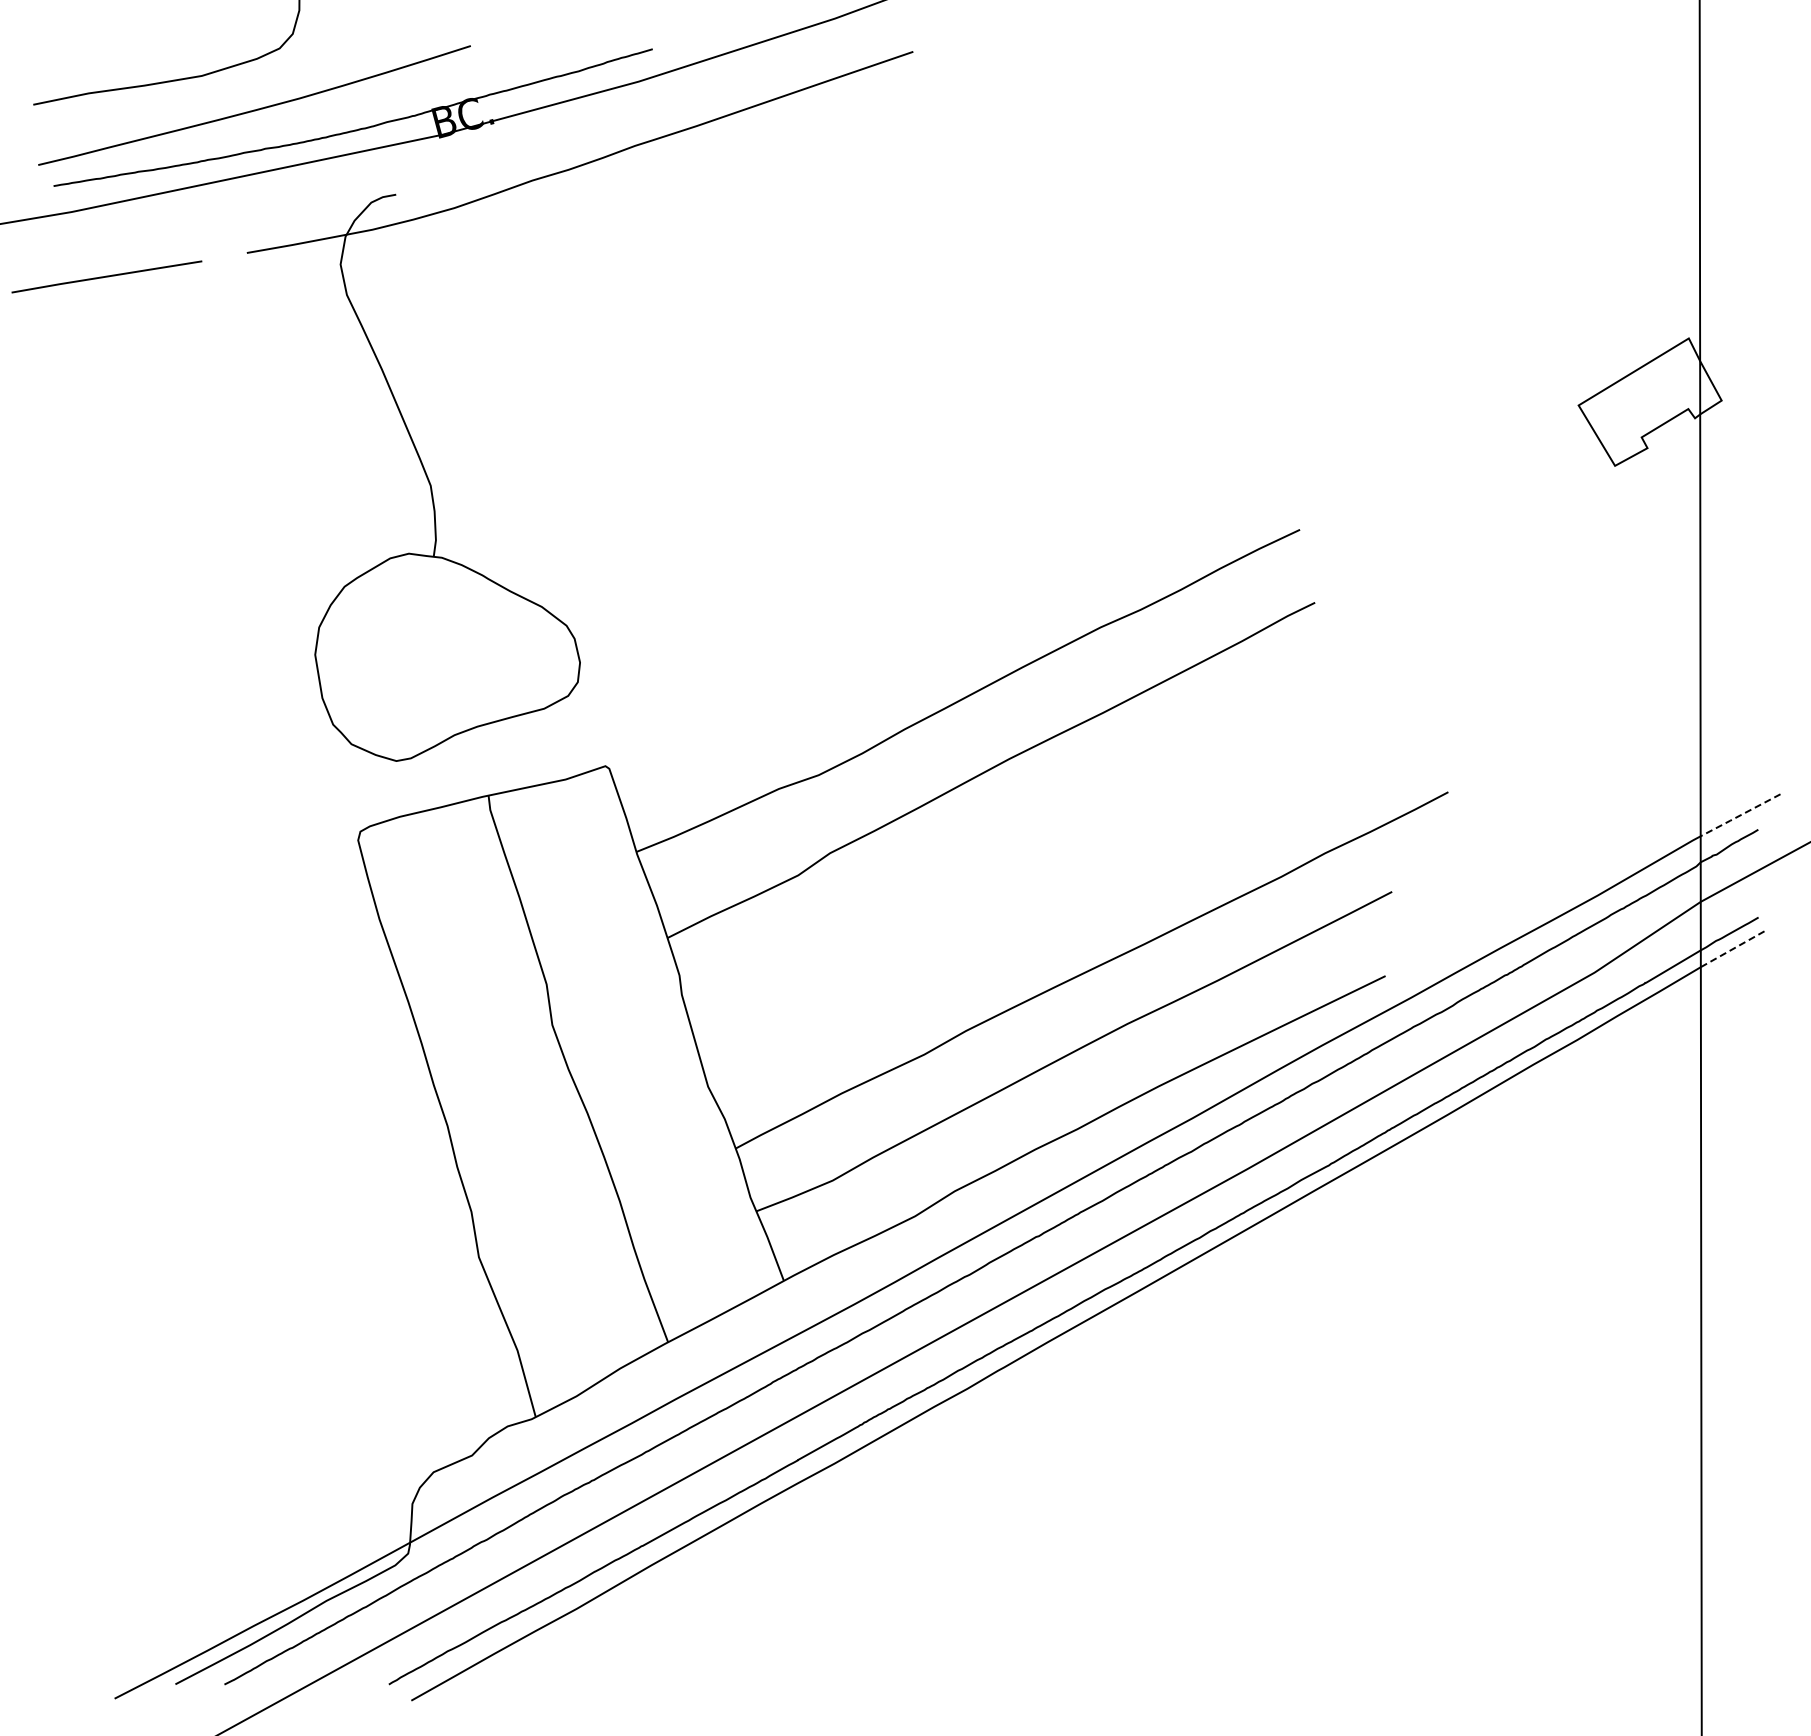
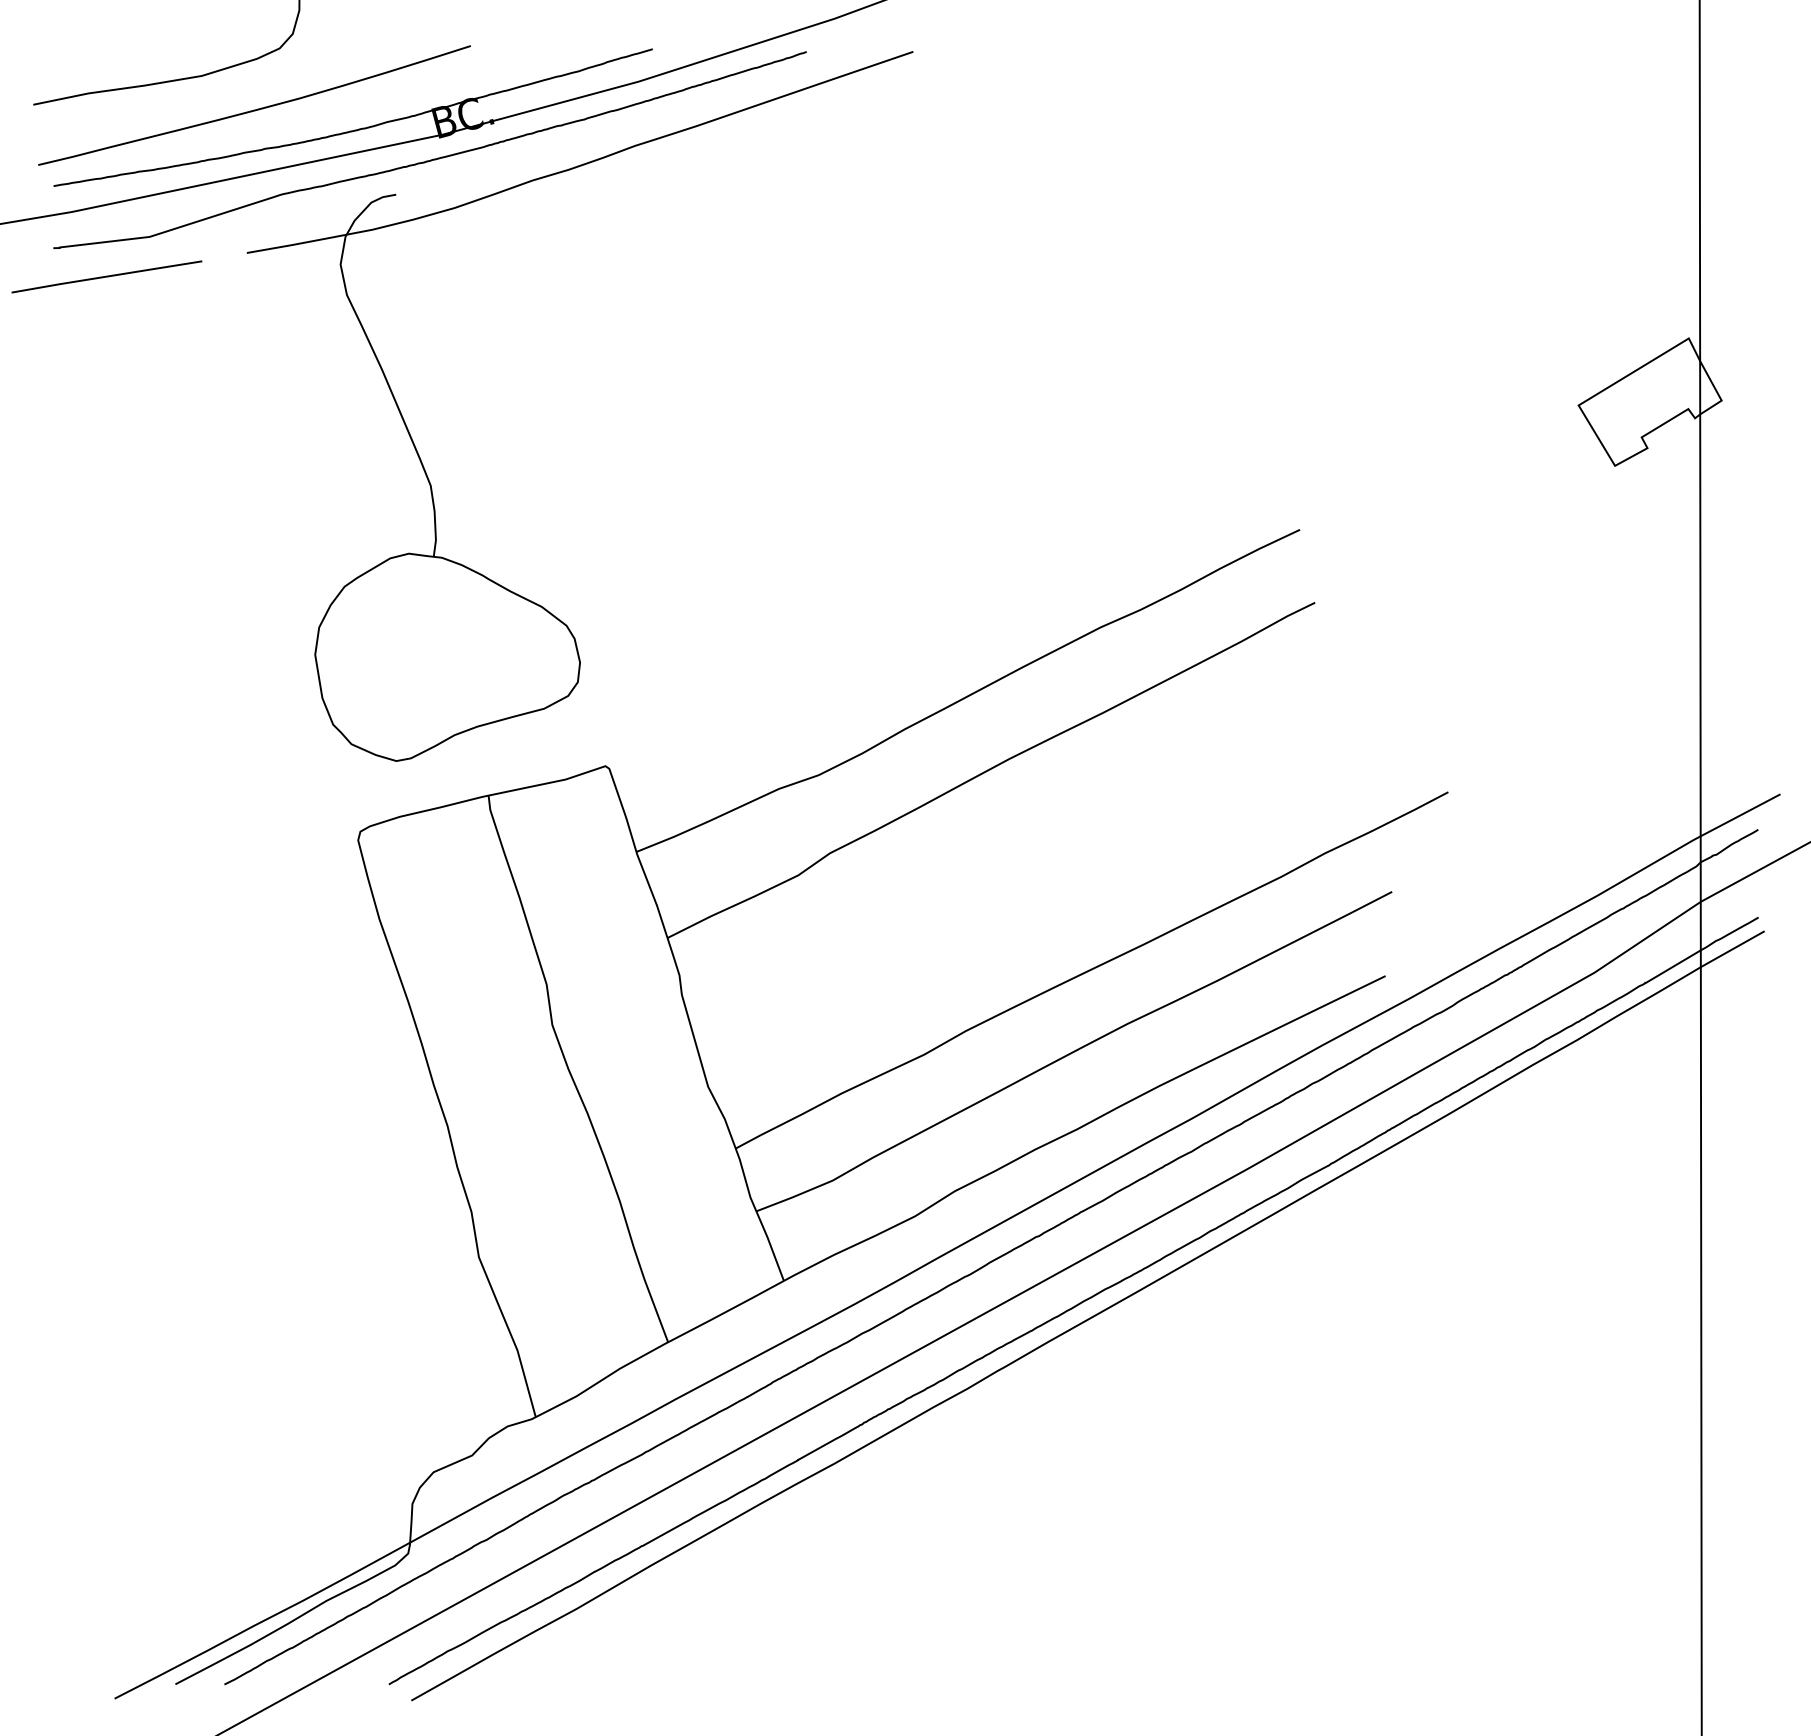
curve at (433, 158): none -> present
line at (1739, 815): dashed -> solid
line at (1732, 949): dashed -> solid
